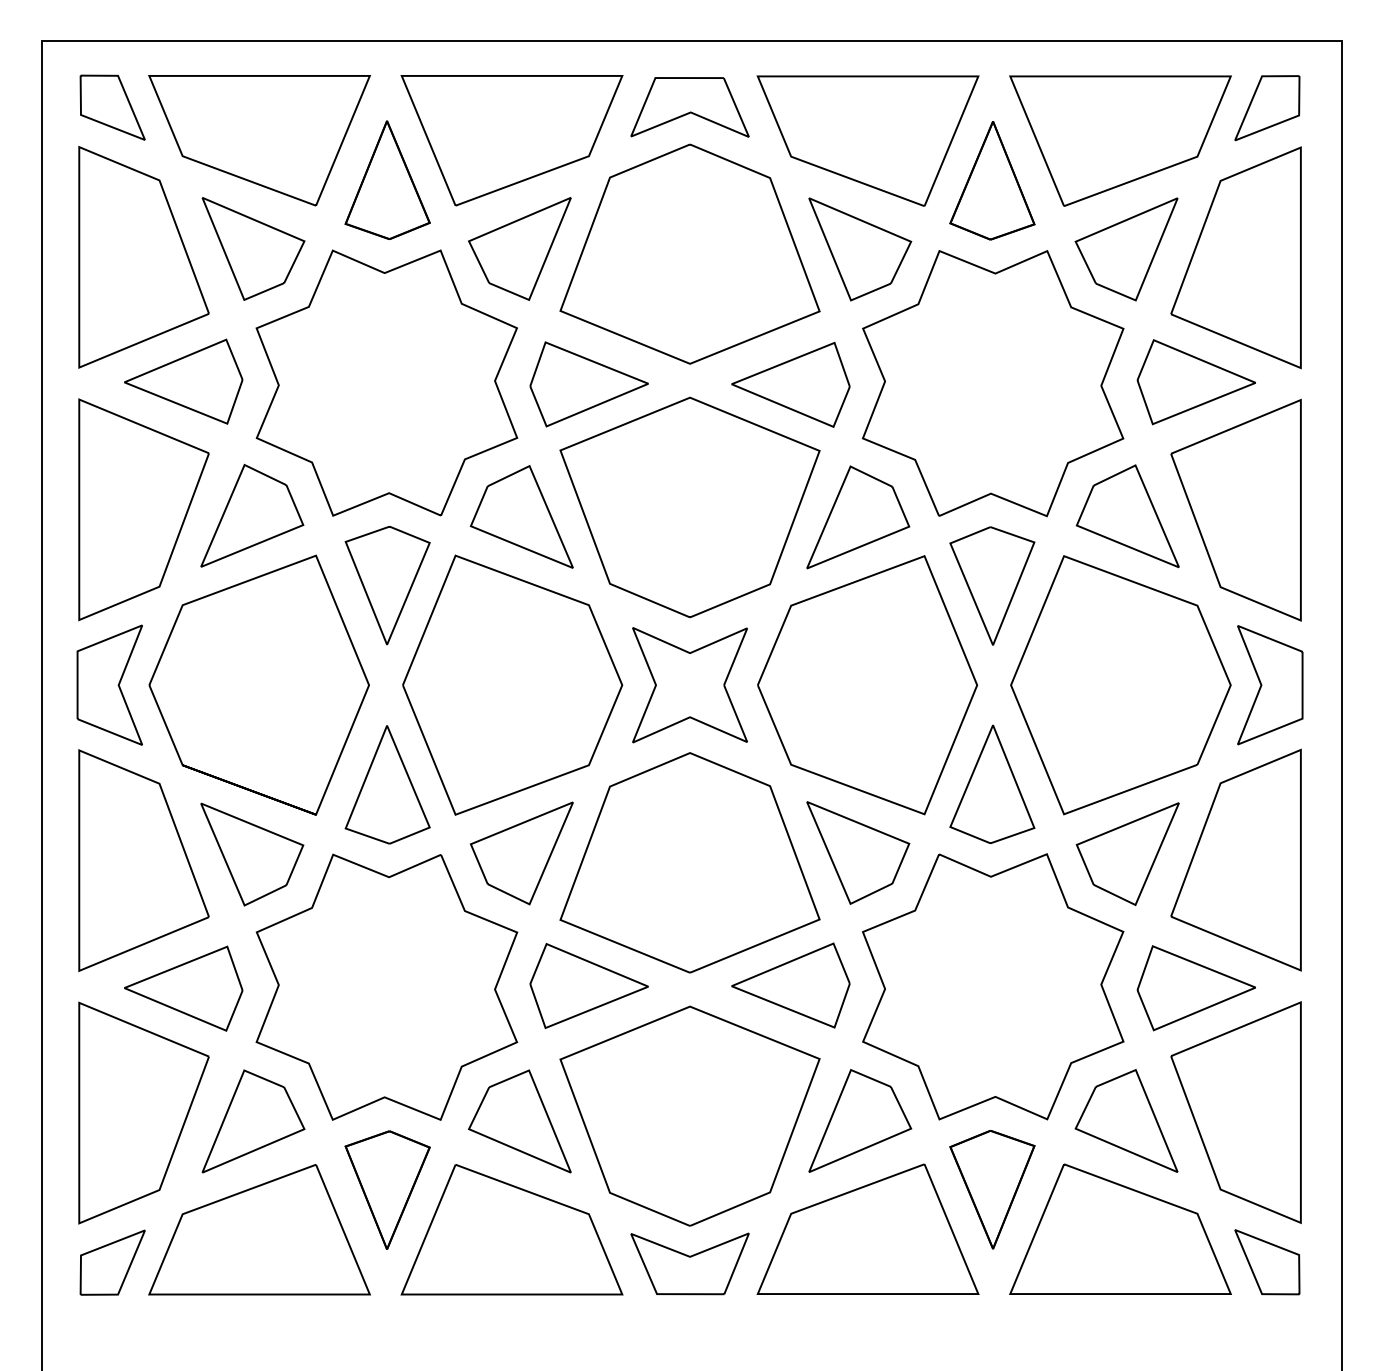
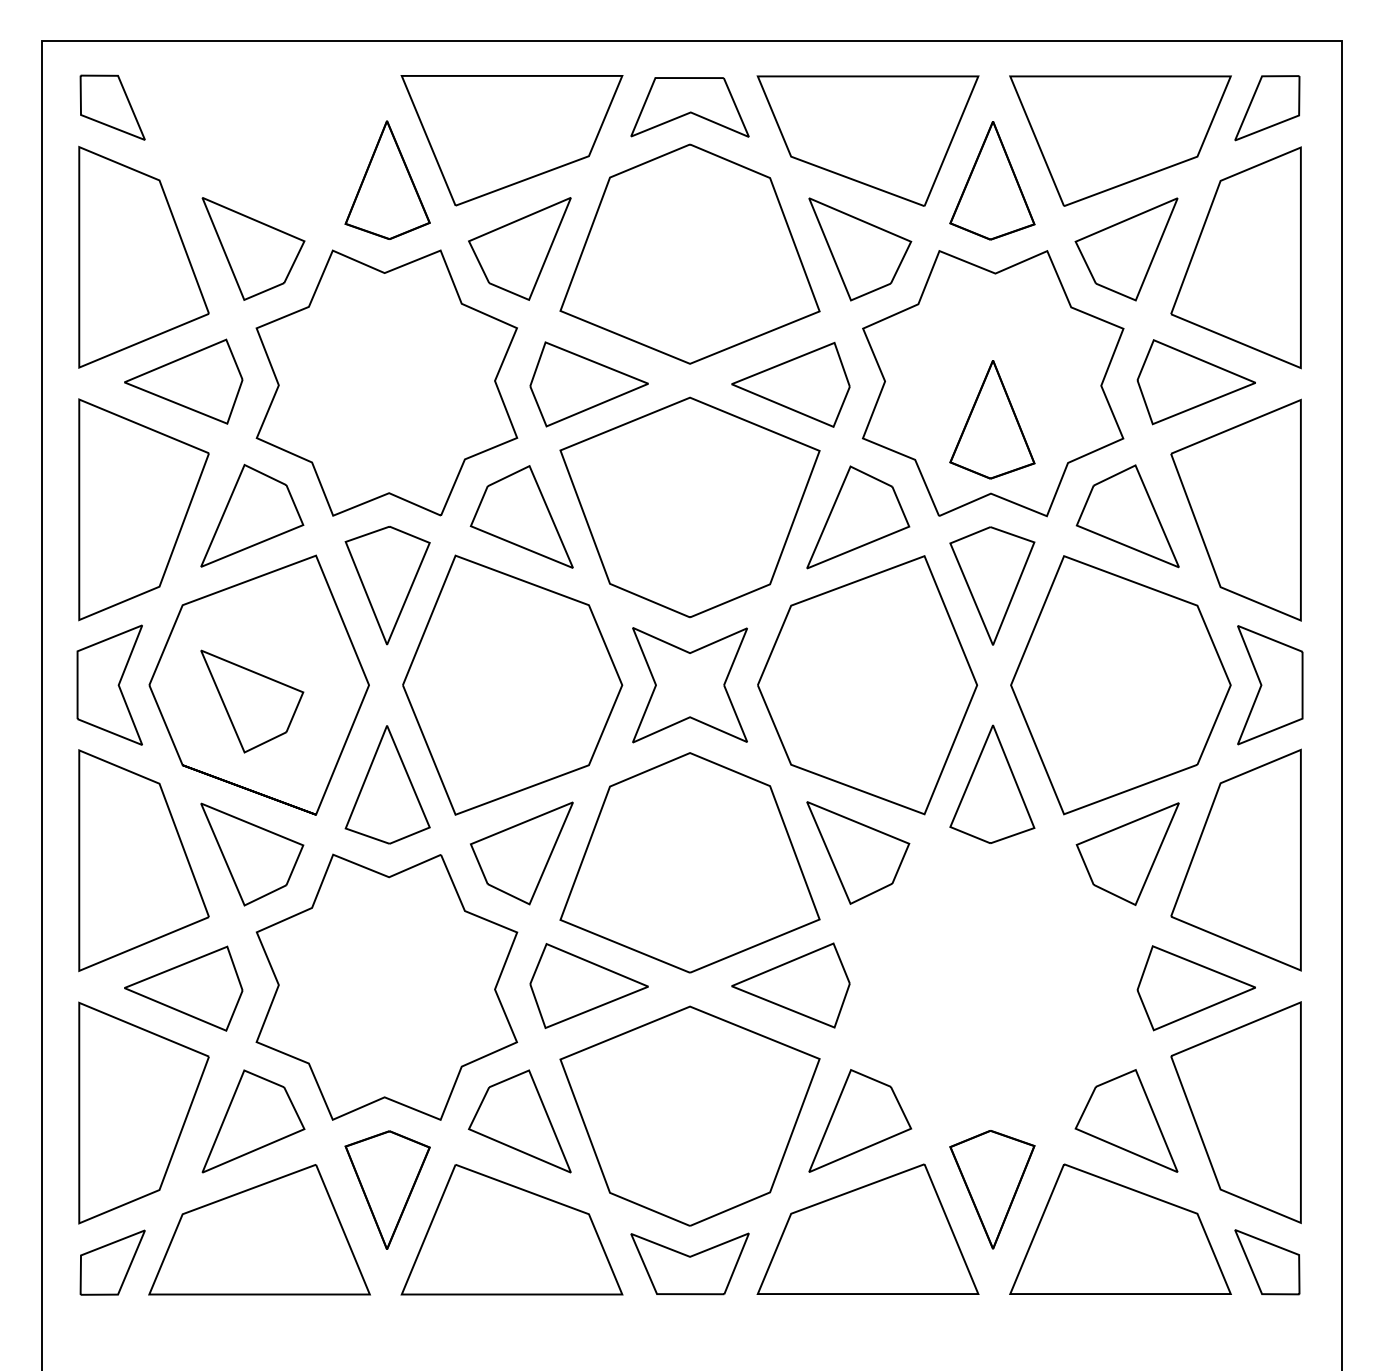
part at (259, 140): present -> none
part at (992, 419): none -> present
part at (252, 701): none -> present
part at (993, 986): present -> none
